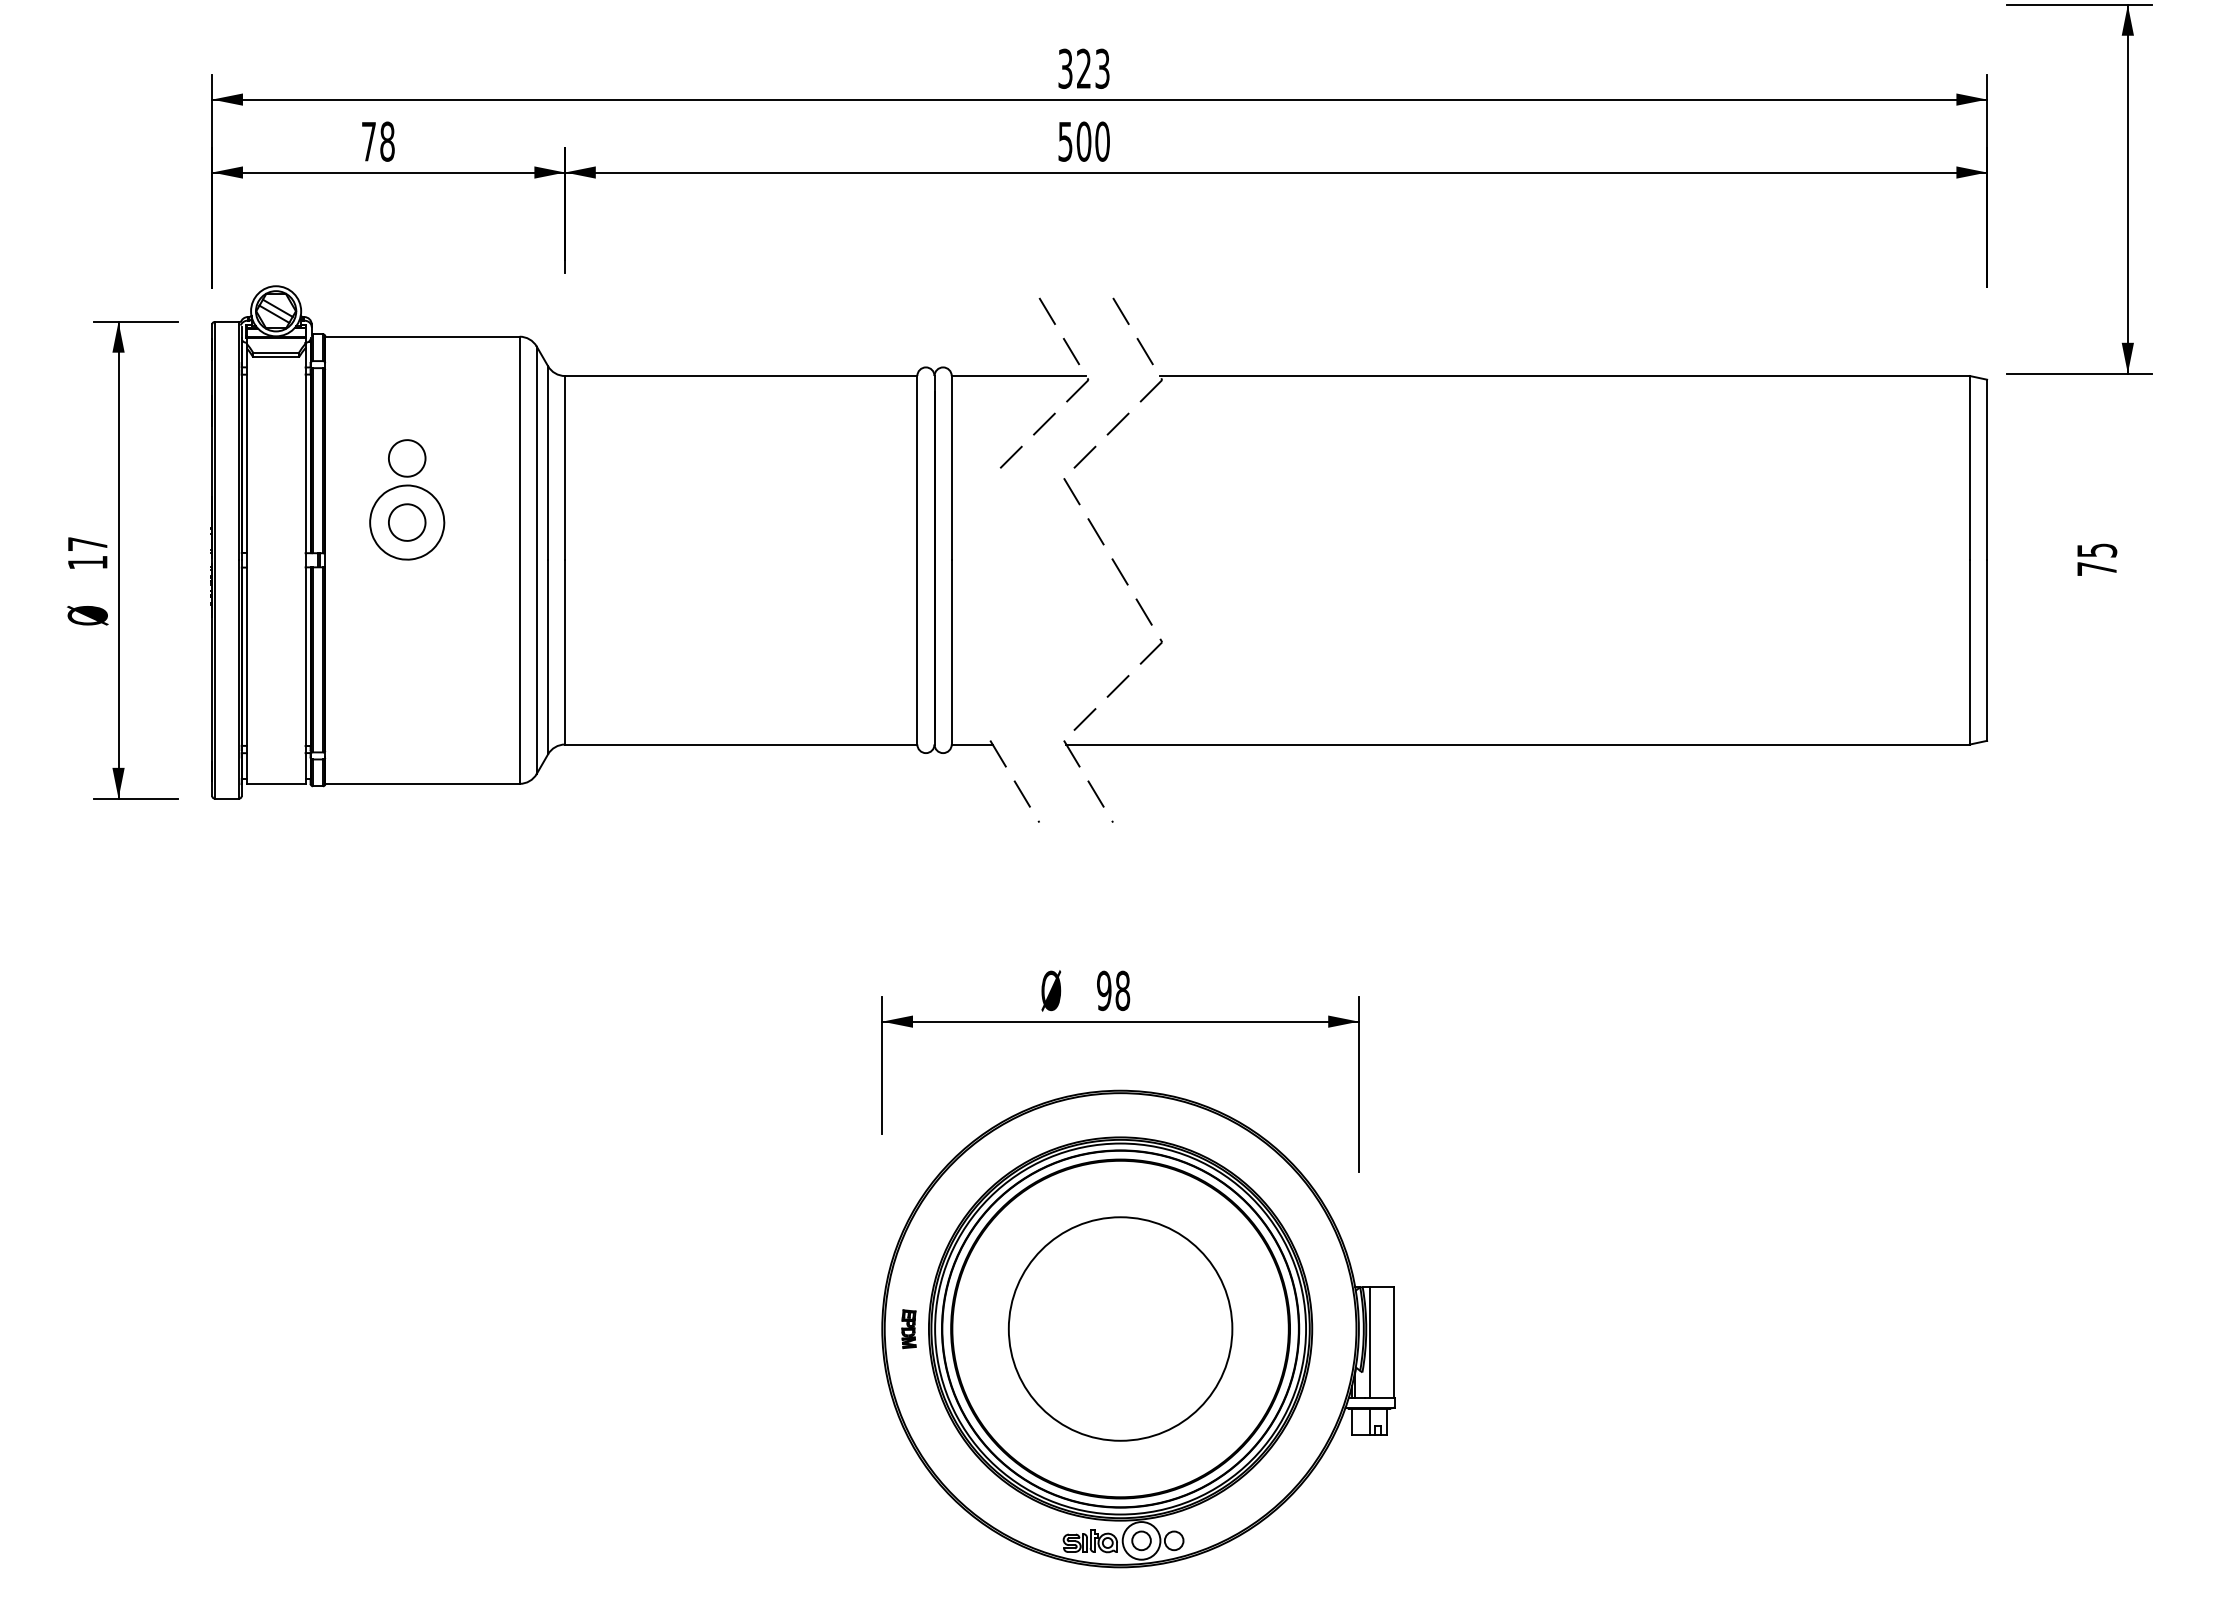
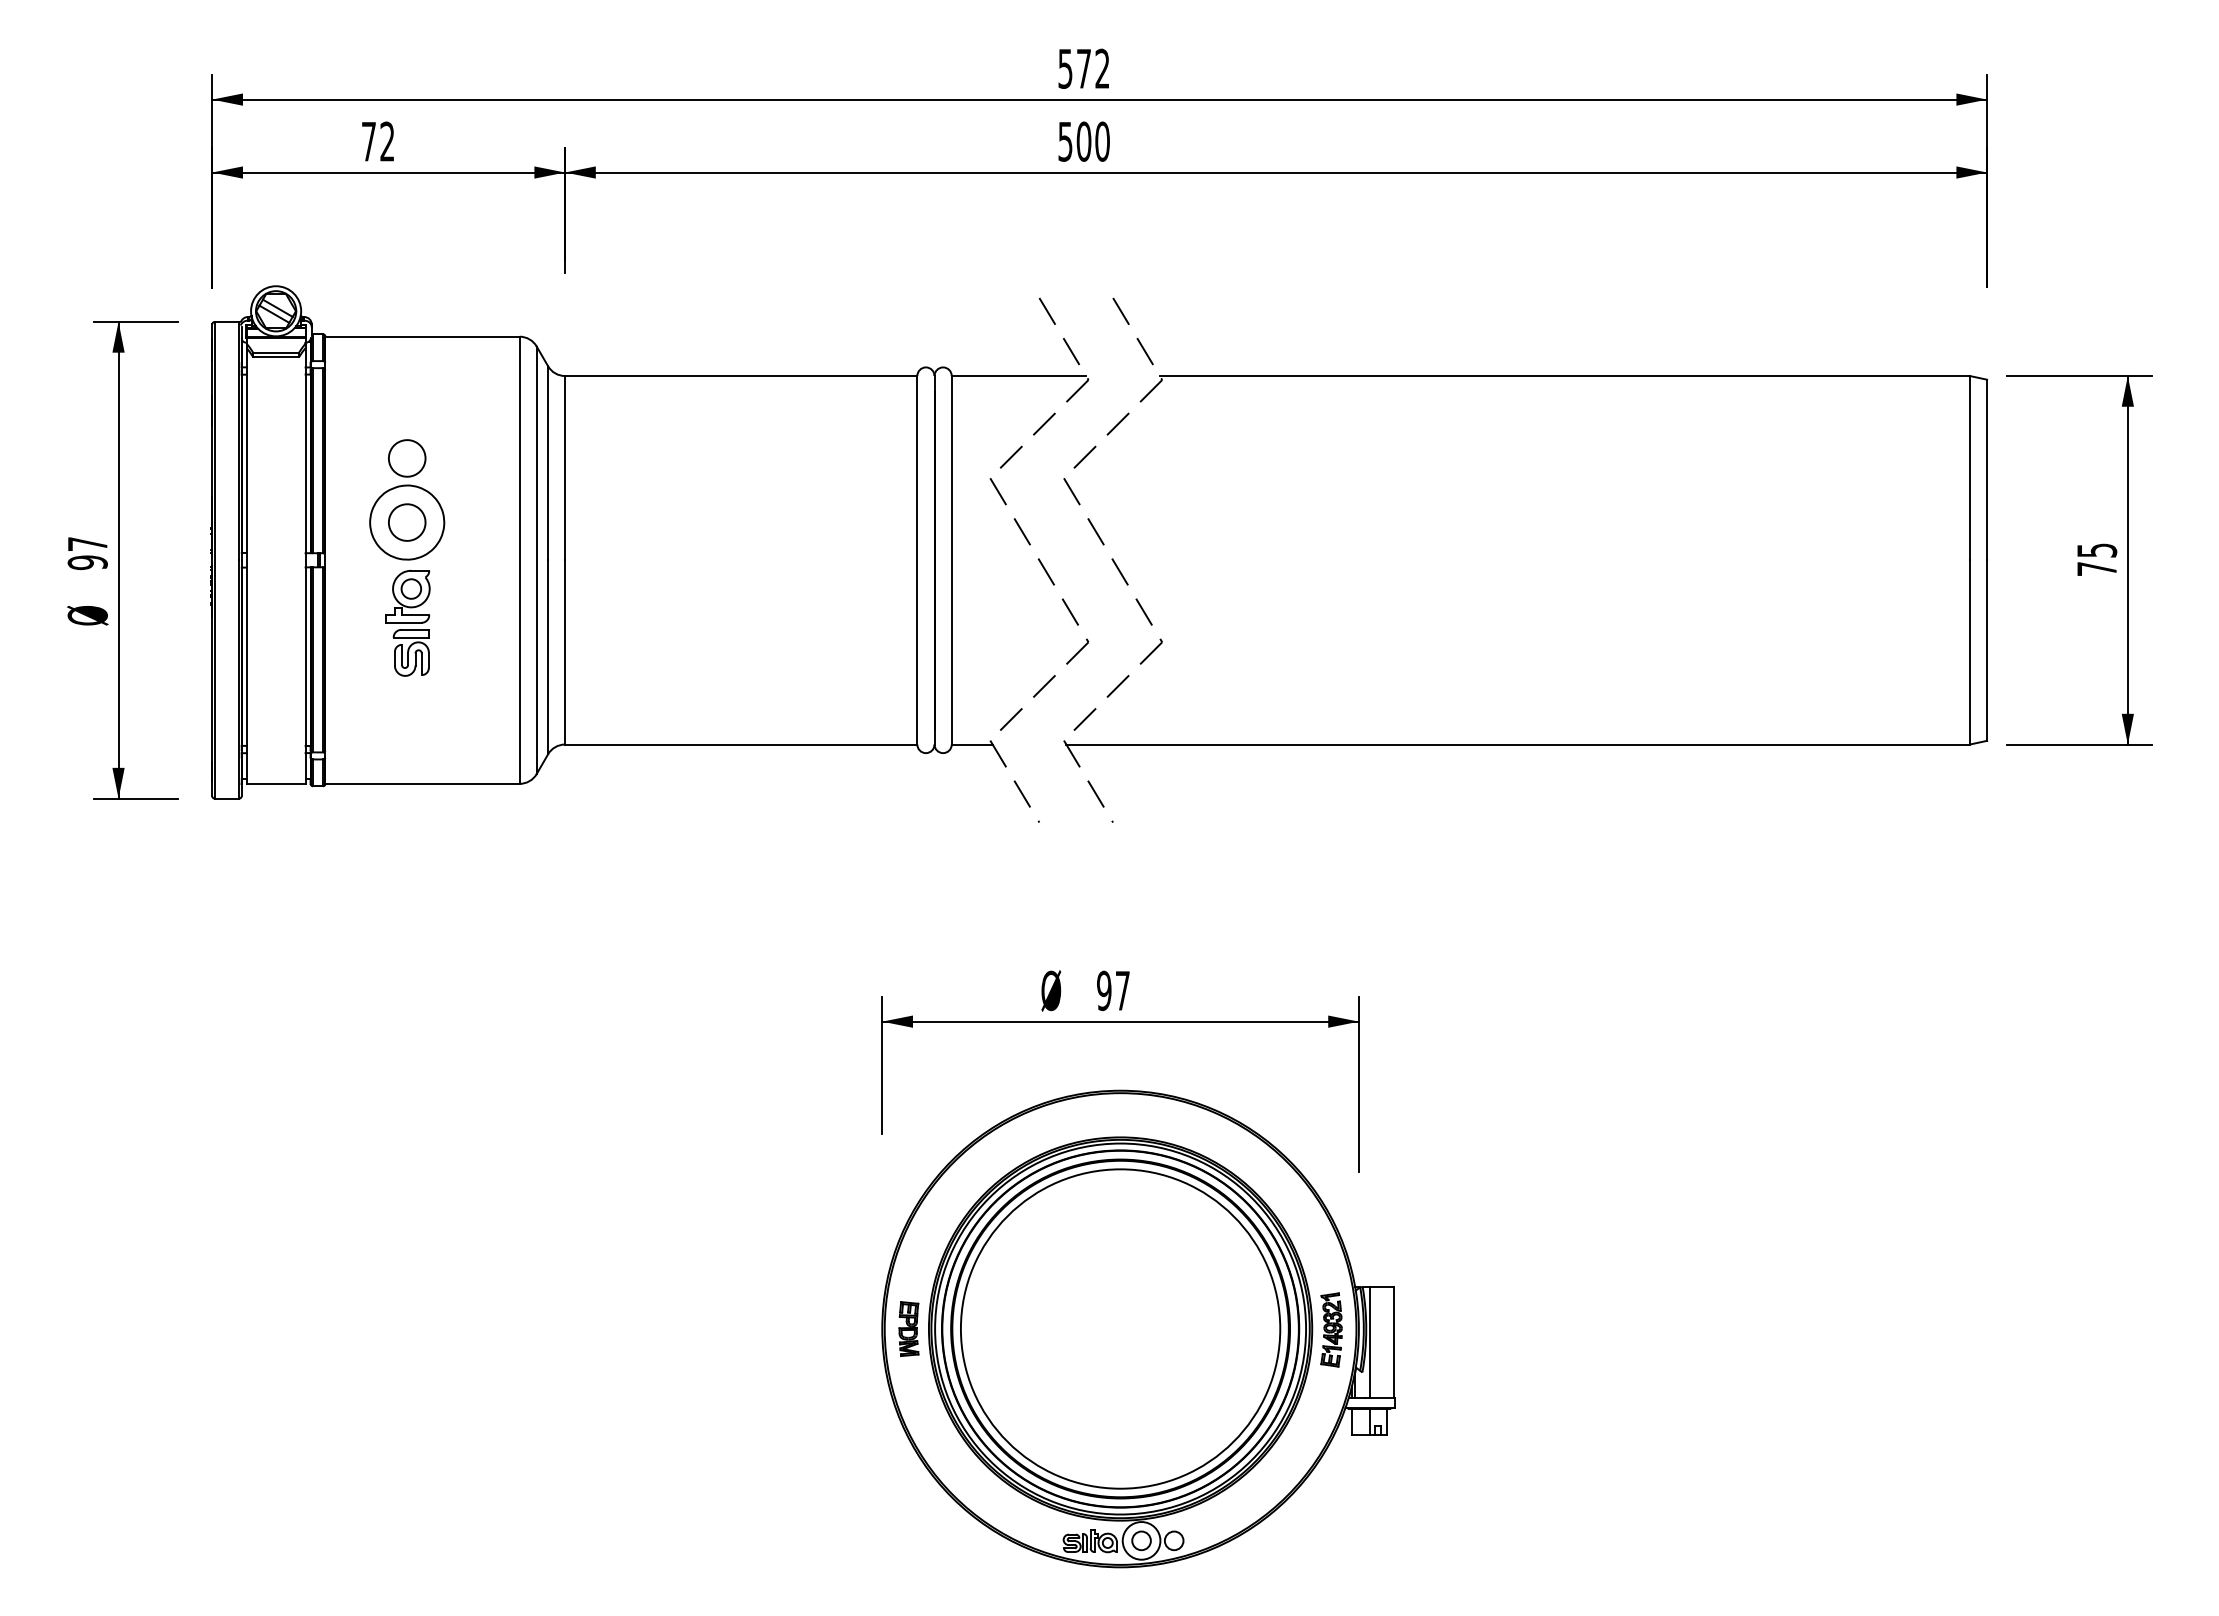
text at (1084, 68): 323 -> 572
text at (387, 141): 78 -> 72
part at (2127, 189) position: (2127, 189) -> (2127, 560)
text at (87, 562): 17 -> 97
part at (1061, 599): none -> present
part at (407, 622): none -> present
text at (1122, 990): 98 -> 97
circle at (1120, 1328) diameter: 224 px -> 319 px
part at (908, 1329) size: 16x41 px -> 22x57 px
part at (1331, 1329): none -> present
